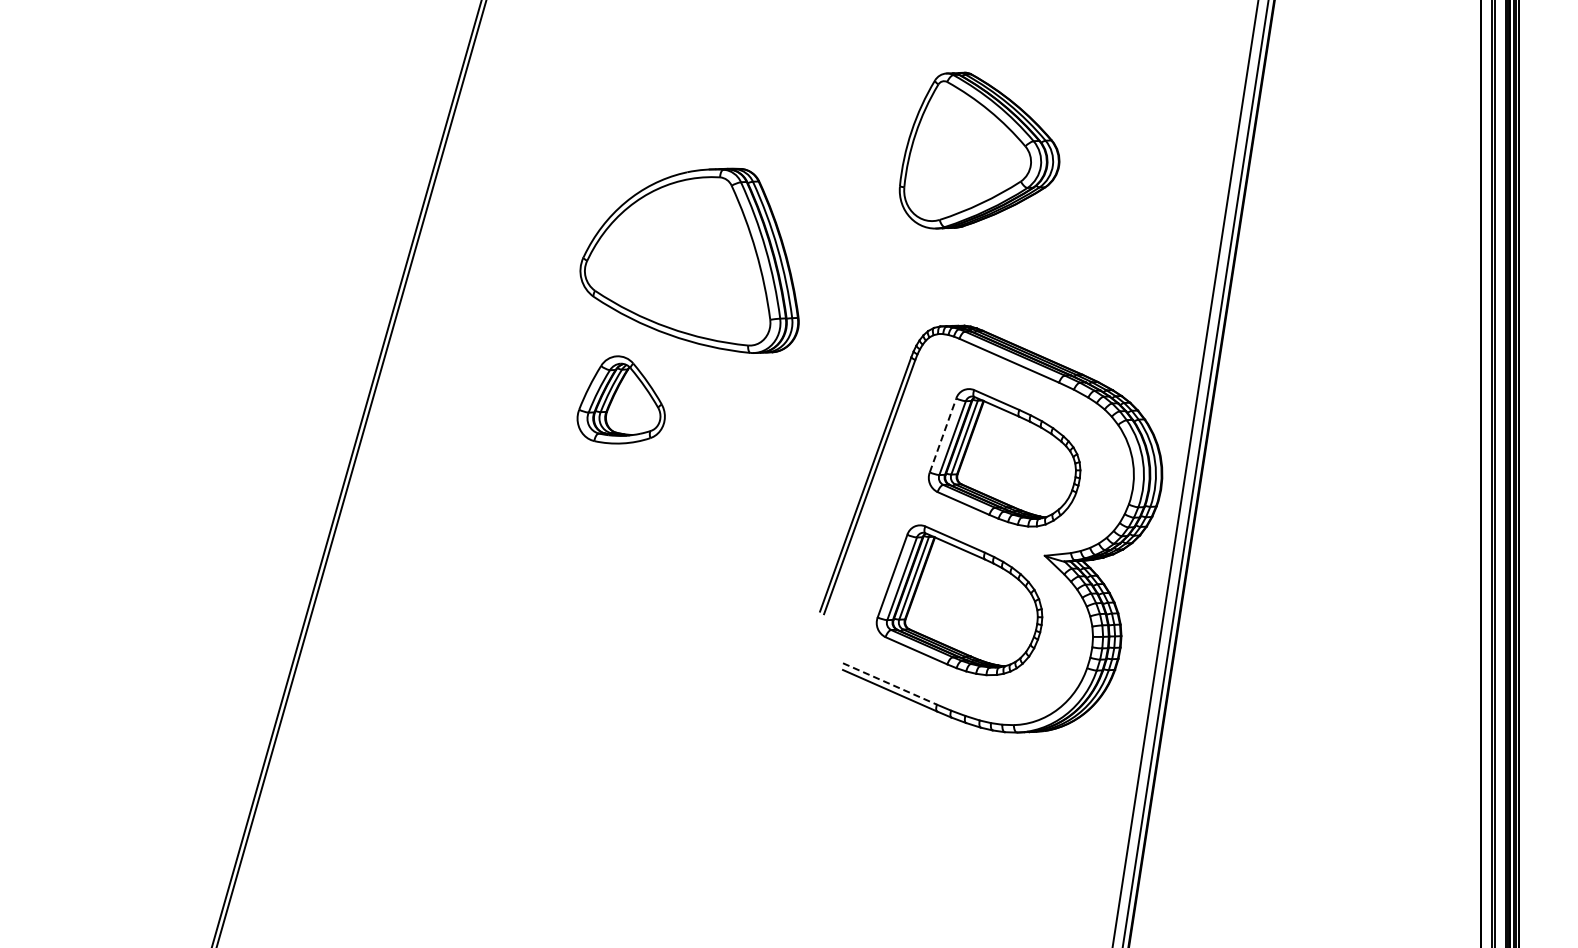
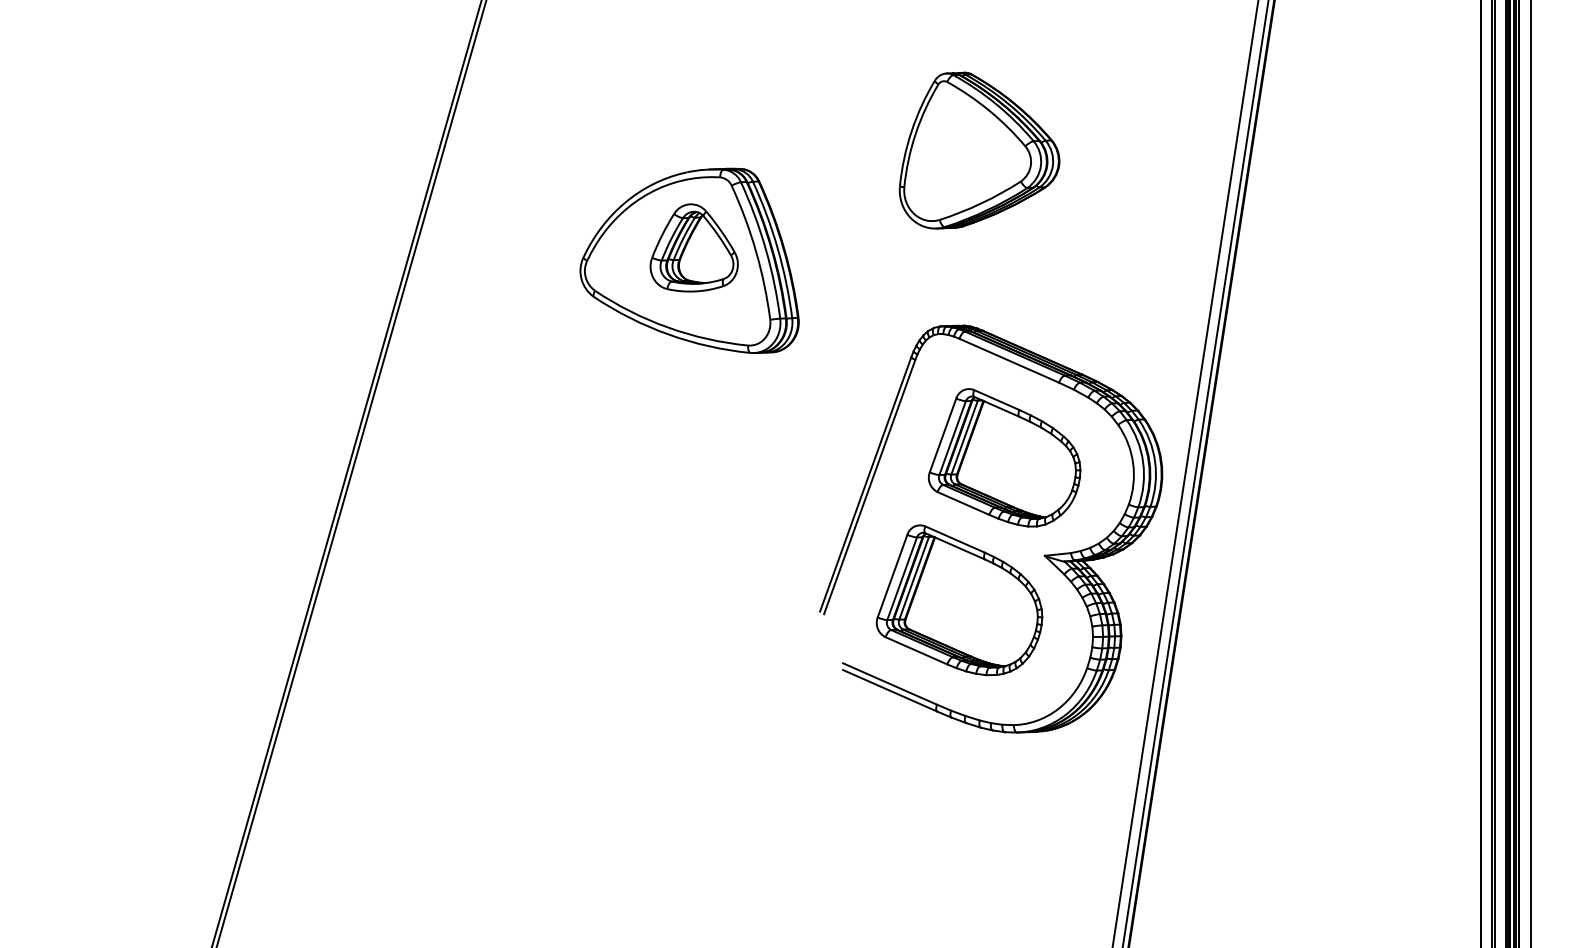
part at (620, 399) position: (620, 399) -> (693, 247)
line at (943, 434): dashed -> solid
line at (1530, 473): none -> present
line at (890, 684): dashed -> solid
